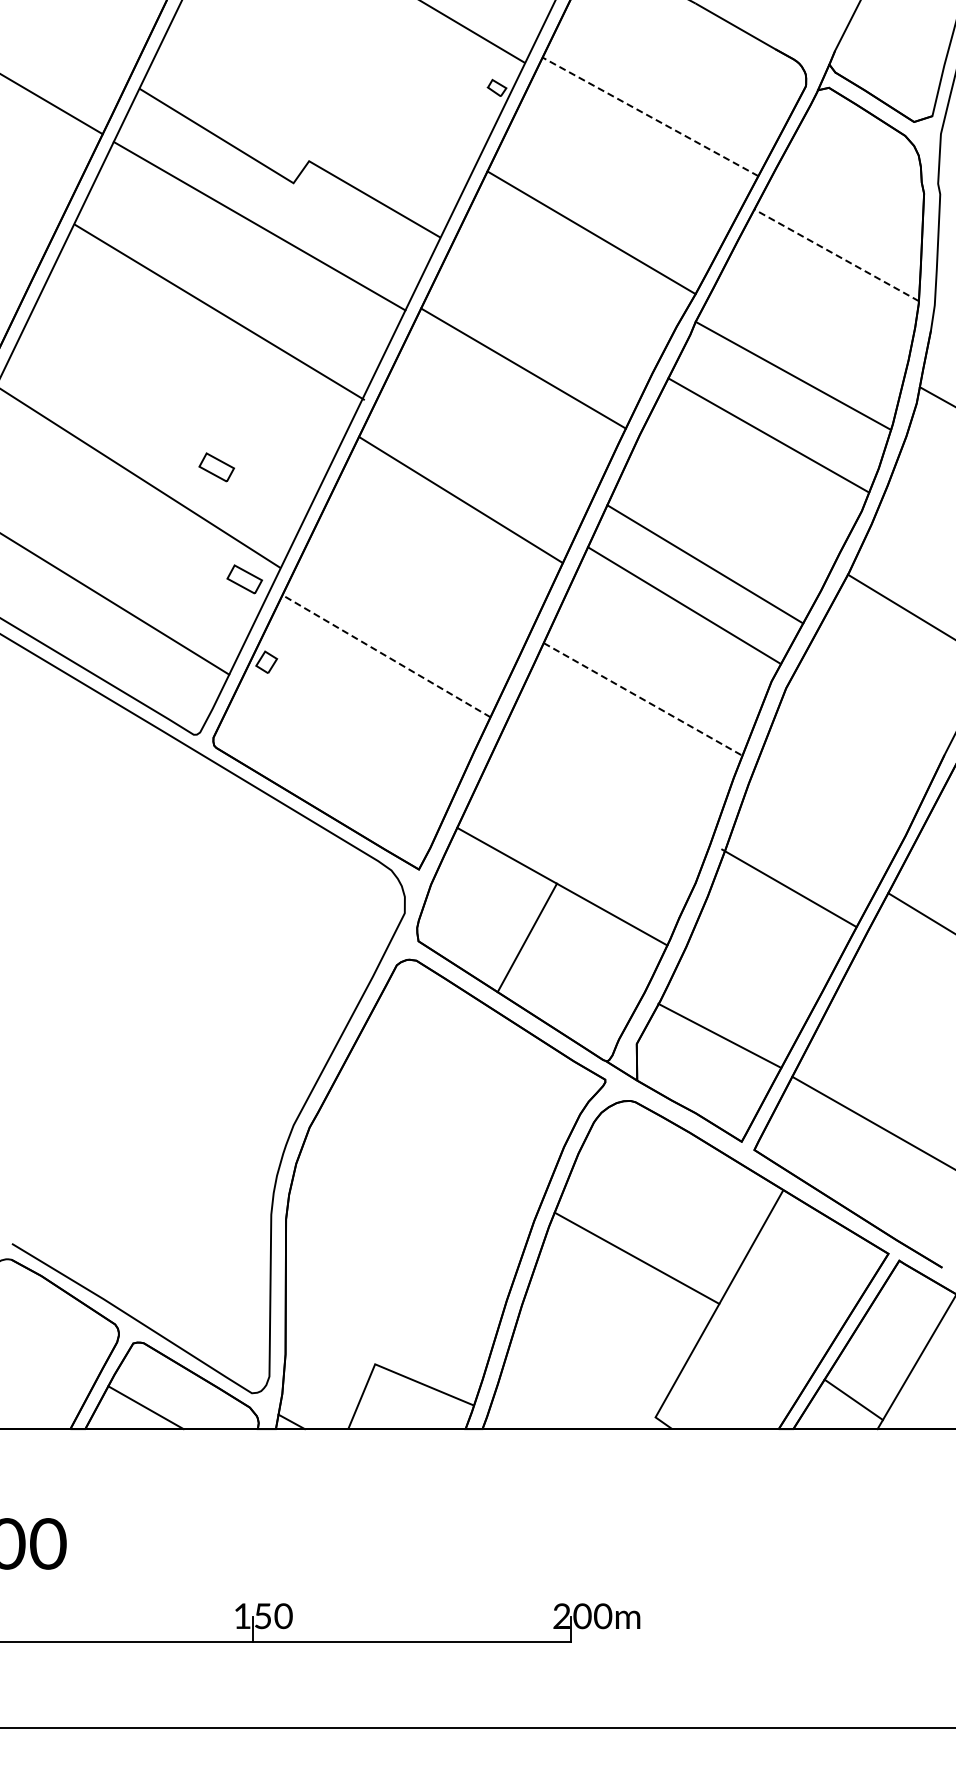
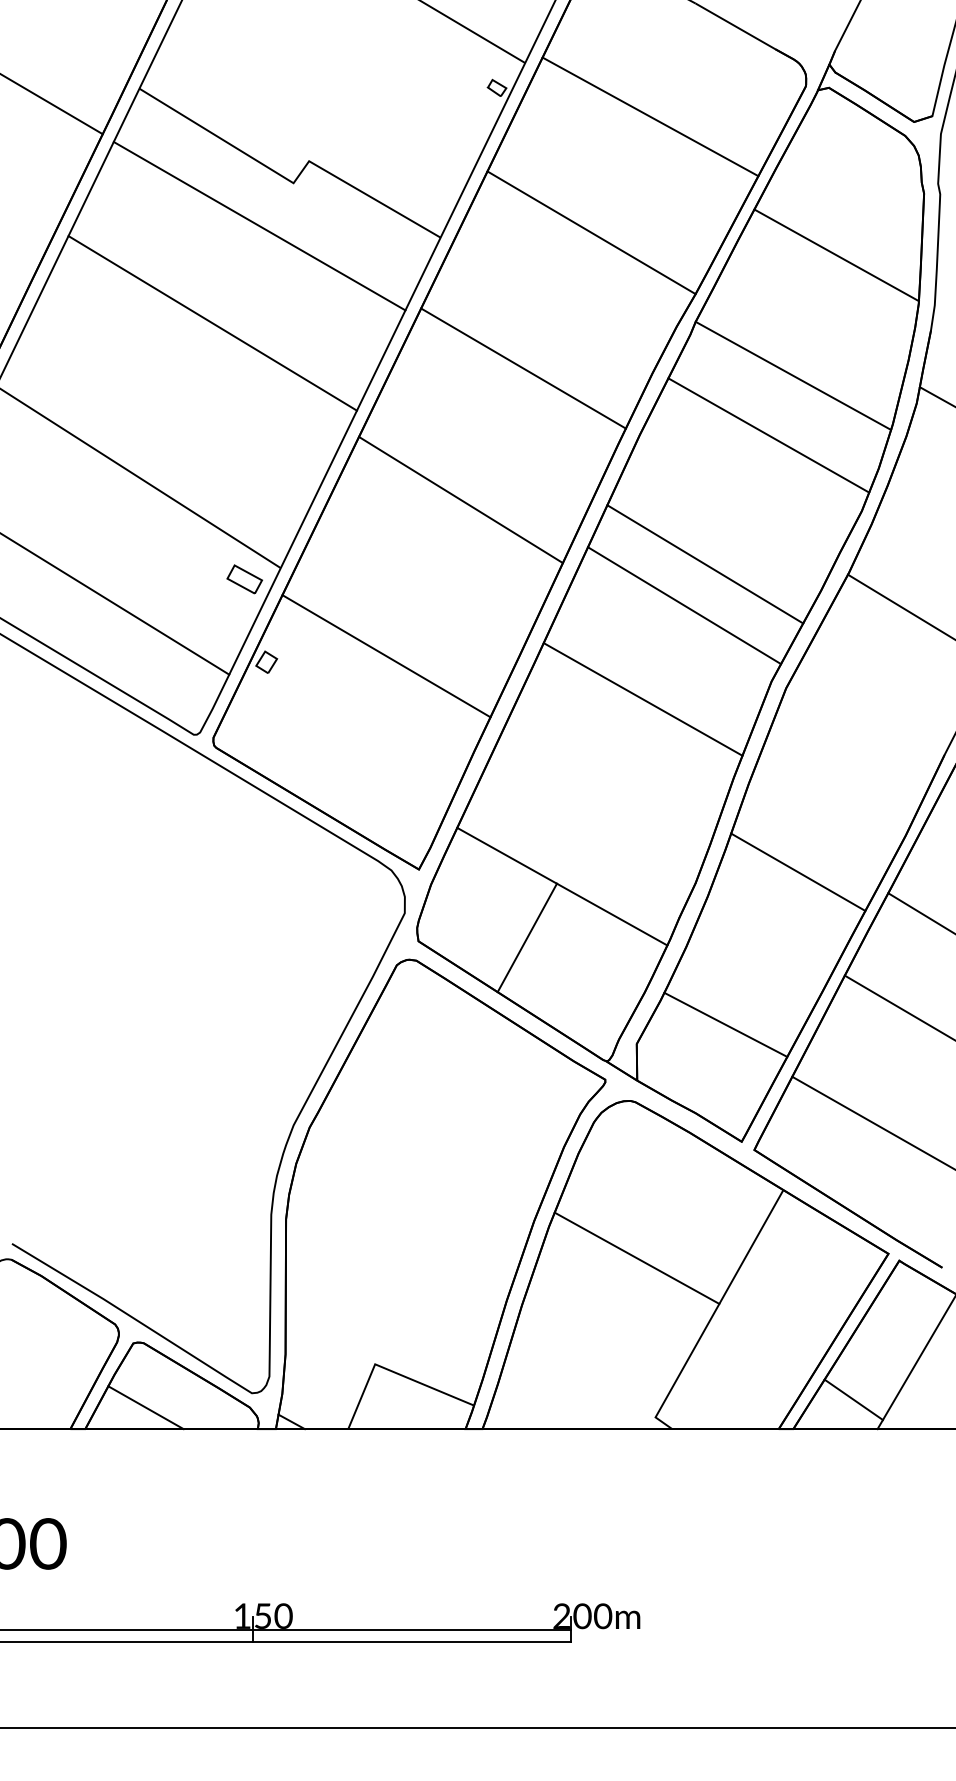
line at (650, 116): dashed -> solid
line at (836, 255): dashed -> solid
line at (219, 312) position: (219, 312) -> (212, 323)
part at (216, 467): present -> none
line at (386, 656): dashed -> solid
line at (643, 699): dashed -> solid
line at (789, 887) position: (789, 887) -> (798, 871)
line at (898, 1006): none -> present
line at (719, 1035) position: (719, 1035) -> (725, 1024)
line at (286, 1629): none -> present
